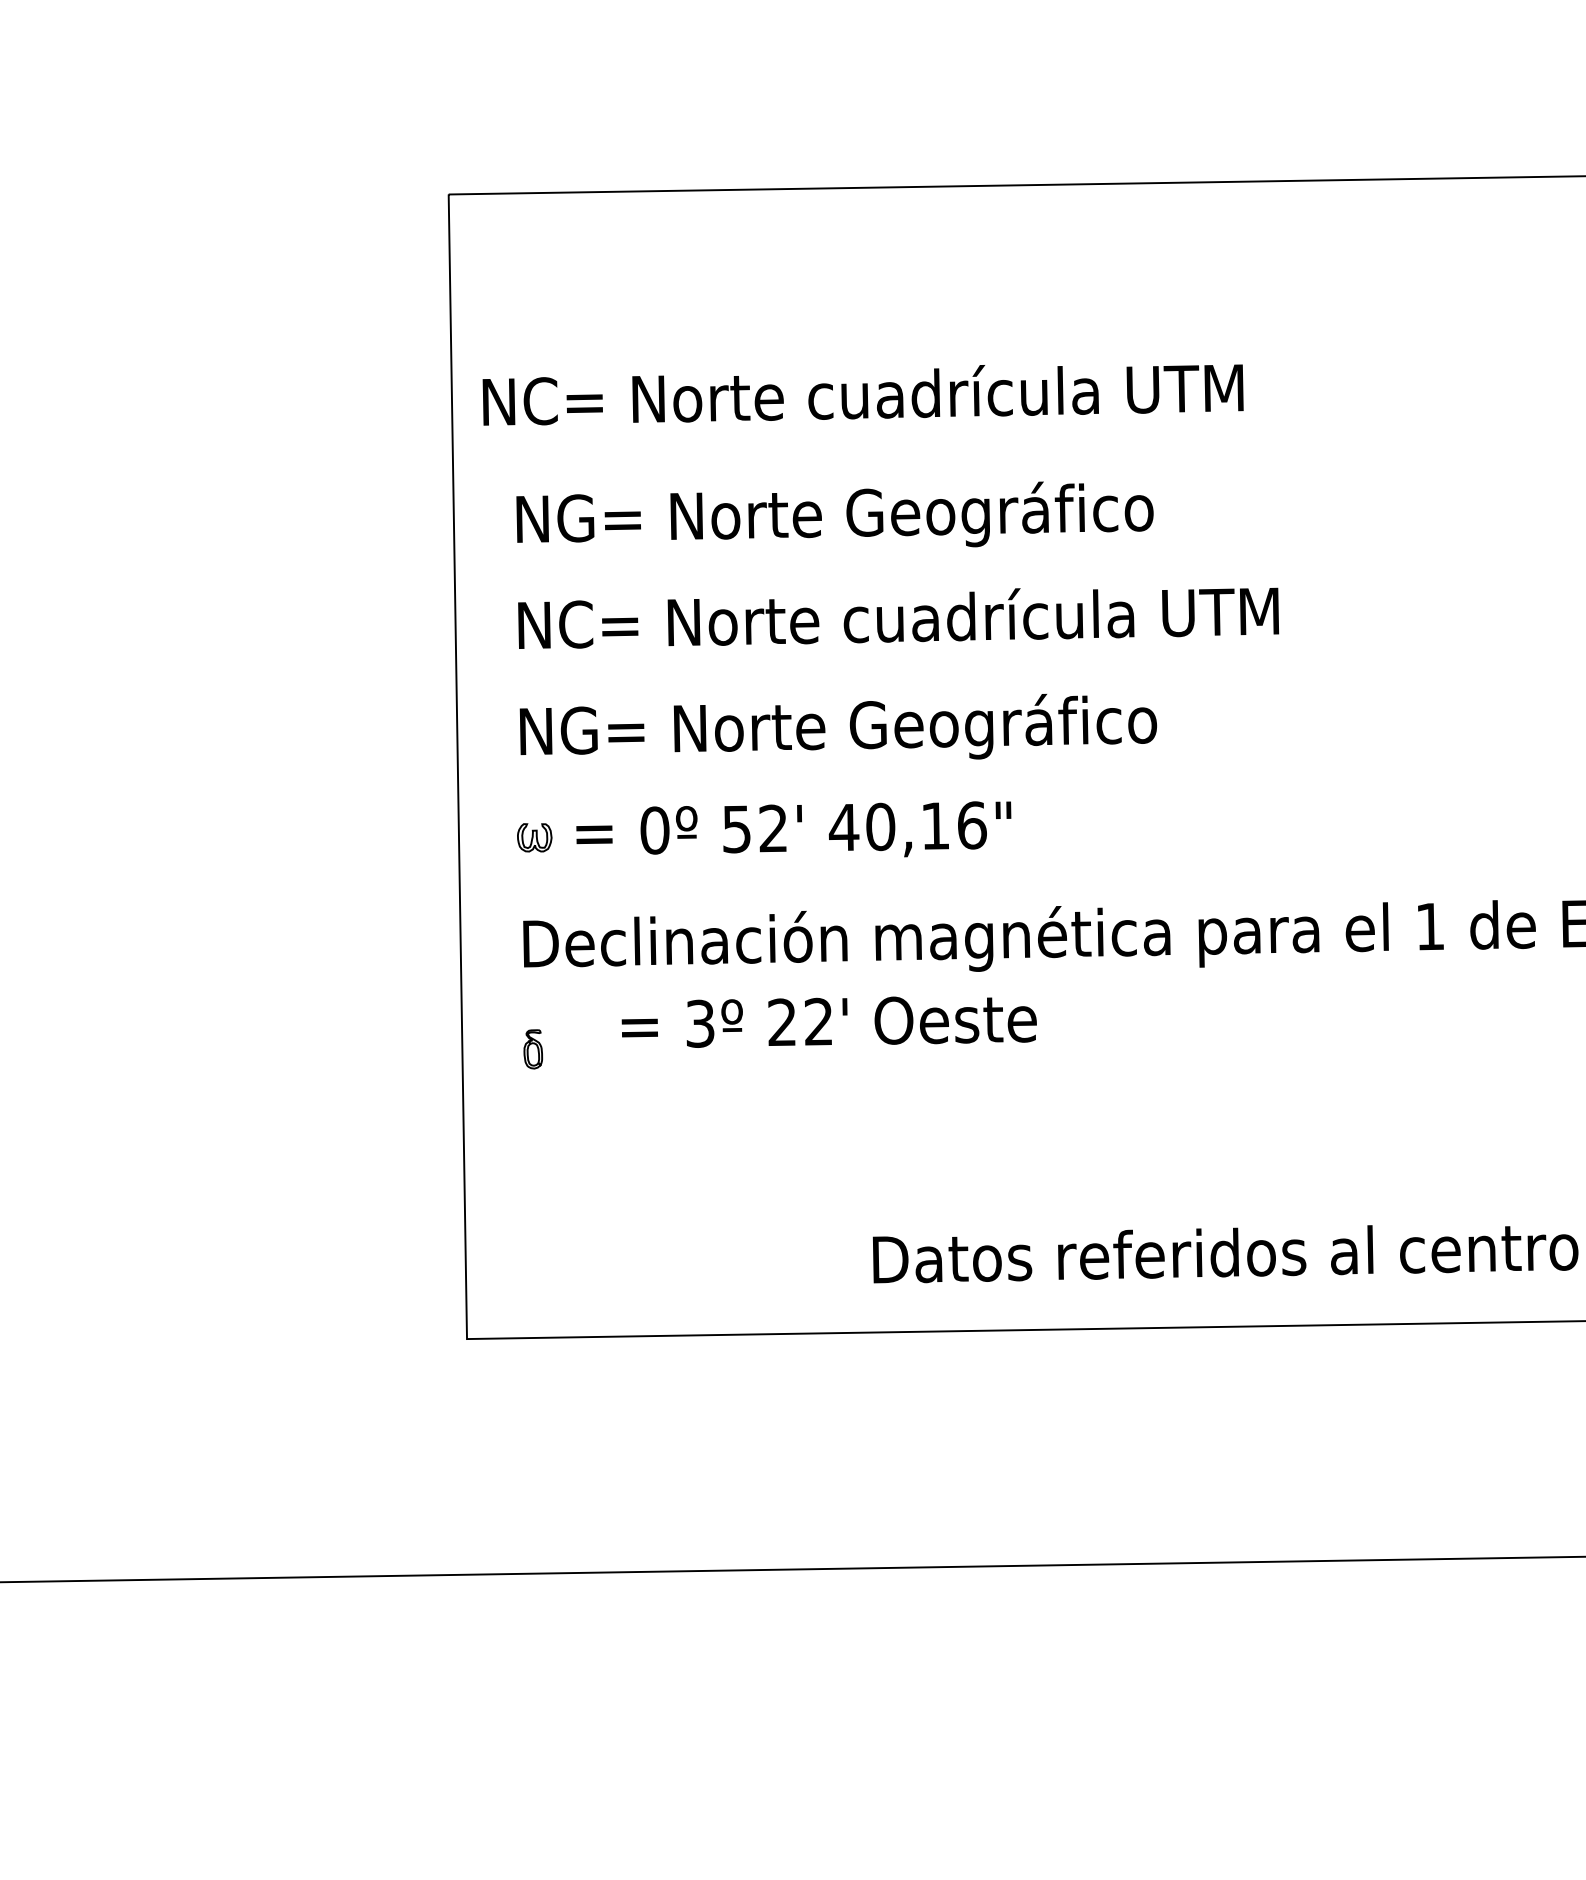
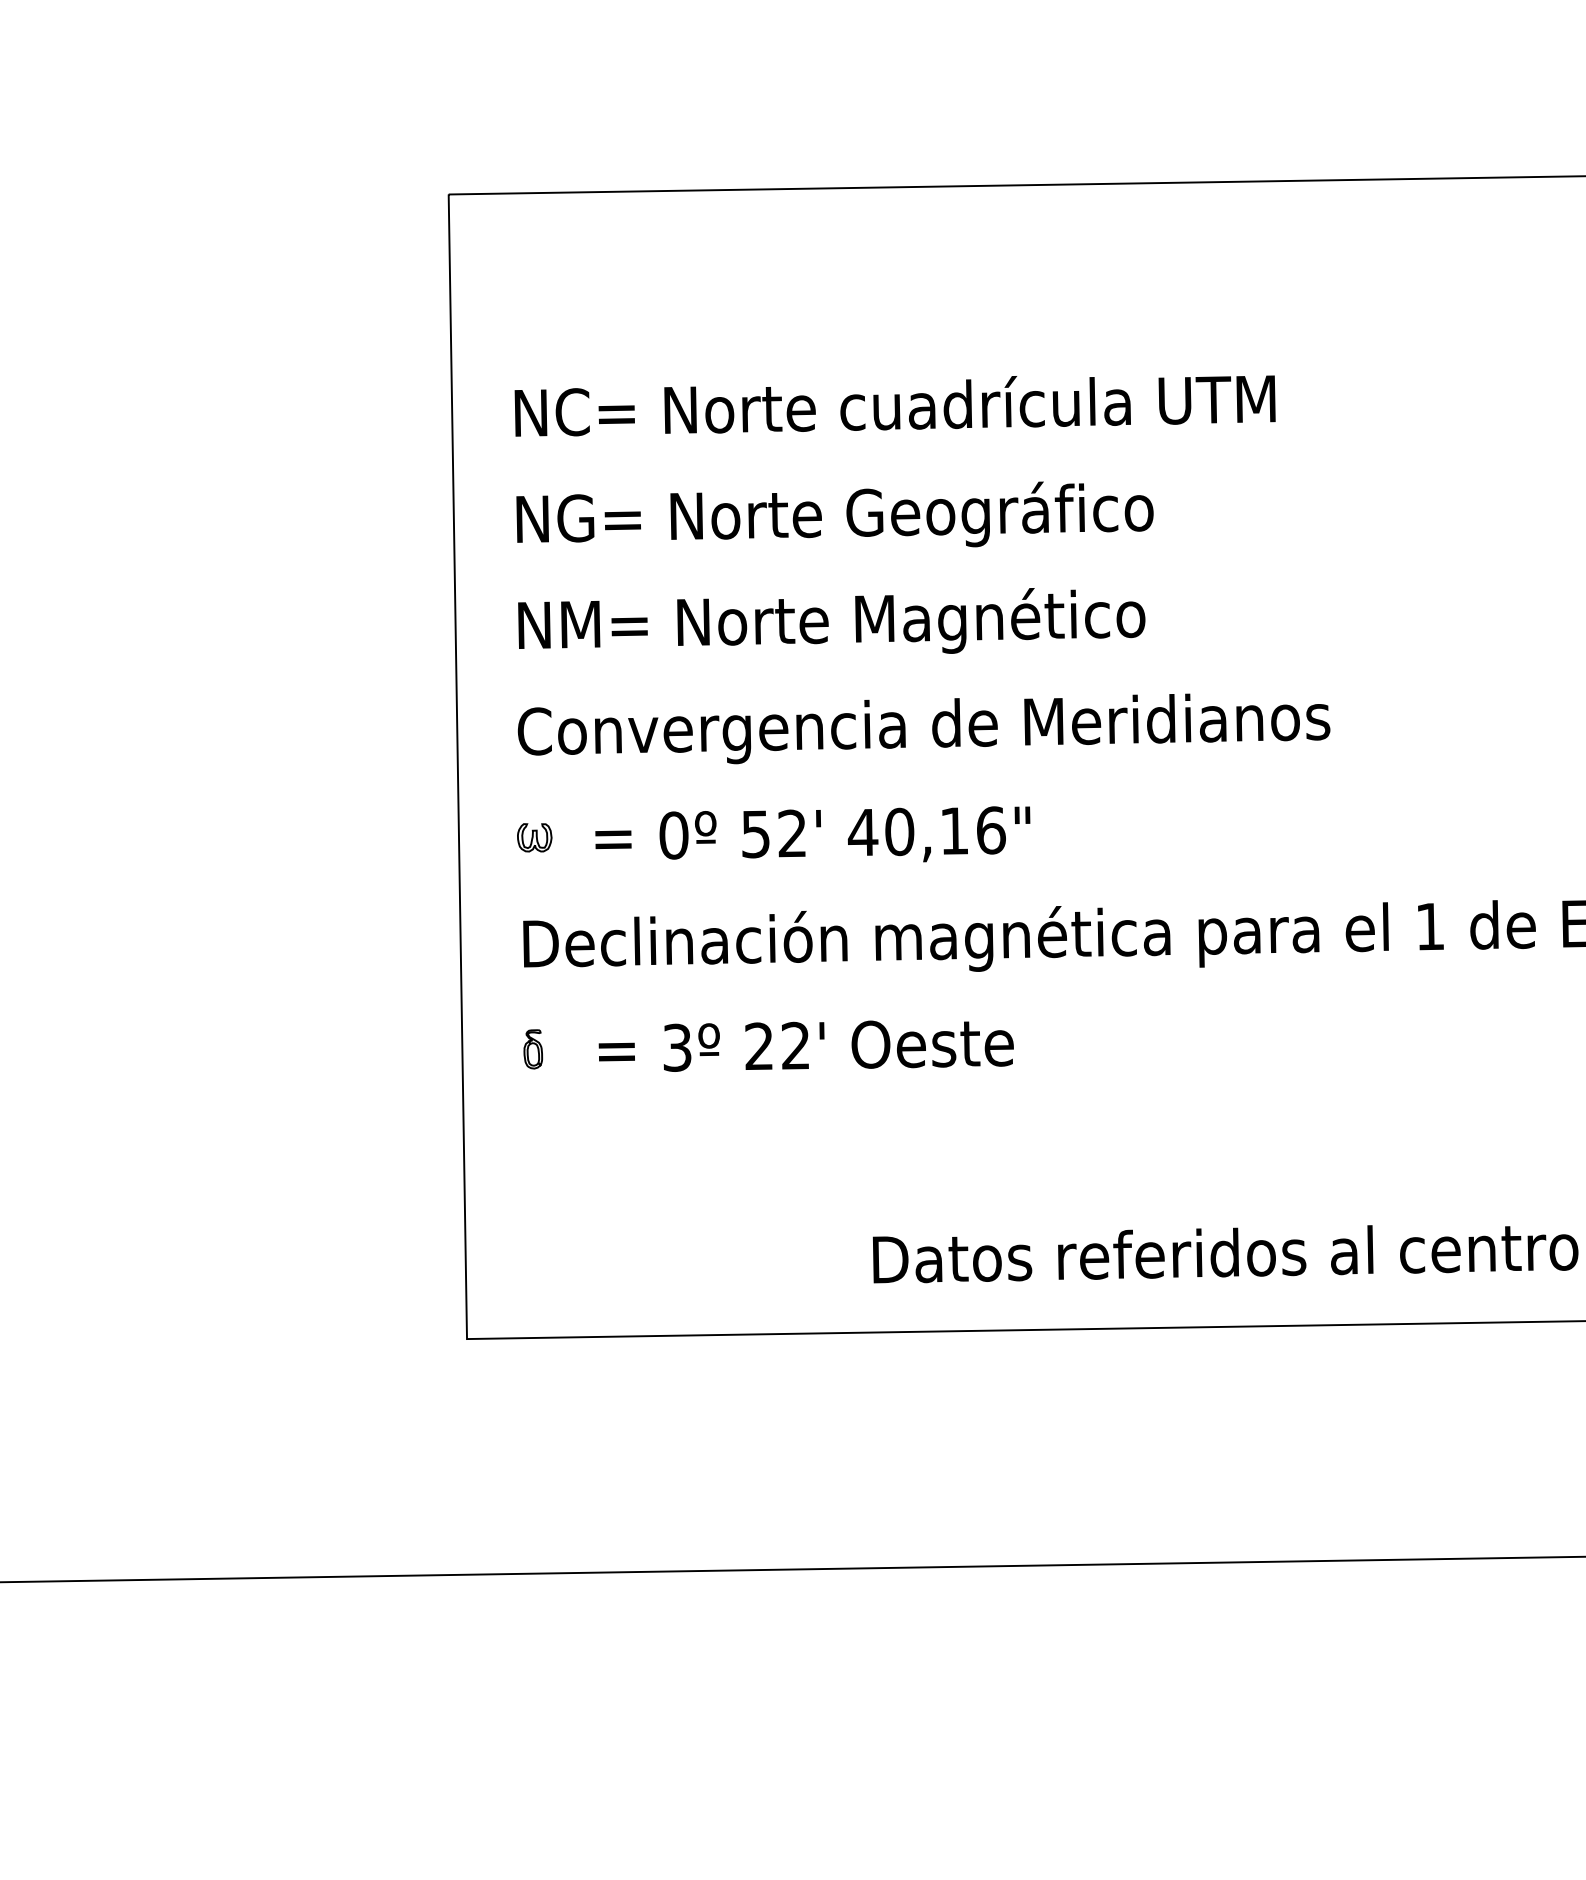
text at (862, 394) position: (862, 394) -> (894, 405)
text at (919, 620): NC= Norte cuadrícula UTM -> NM= Norte Magnético
text at (923, 728): NG= Norte Geográfico -> Convergencia de Meridianos
text at (793, 829) position: (793, 829) -> (812, 834)
text at (828, 1021) position: (828, 1021) -> (805, 1045)
